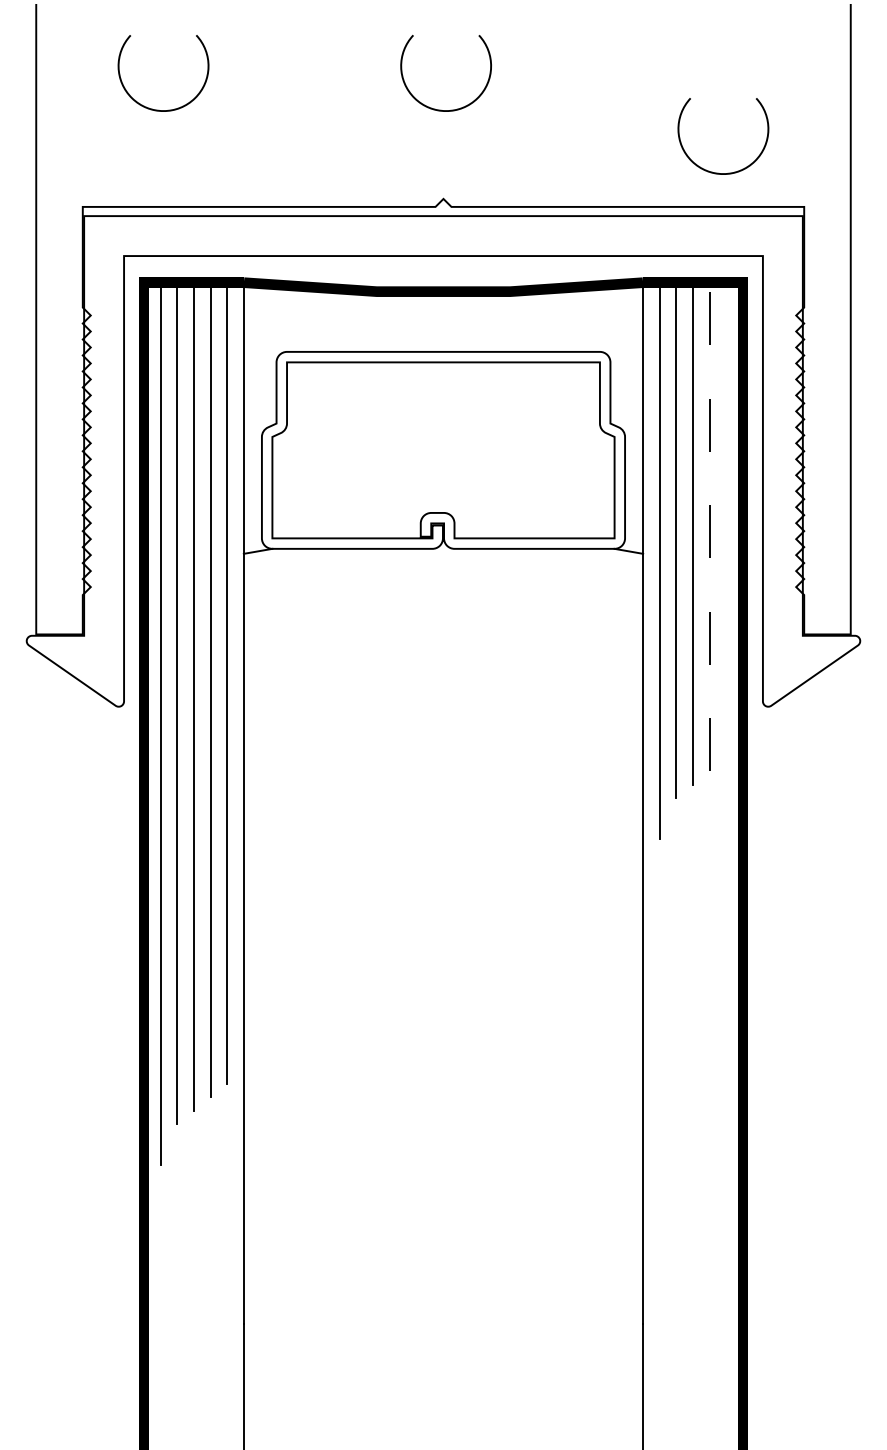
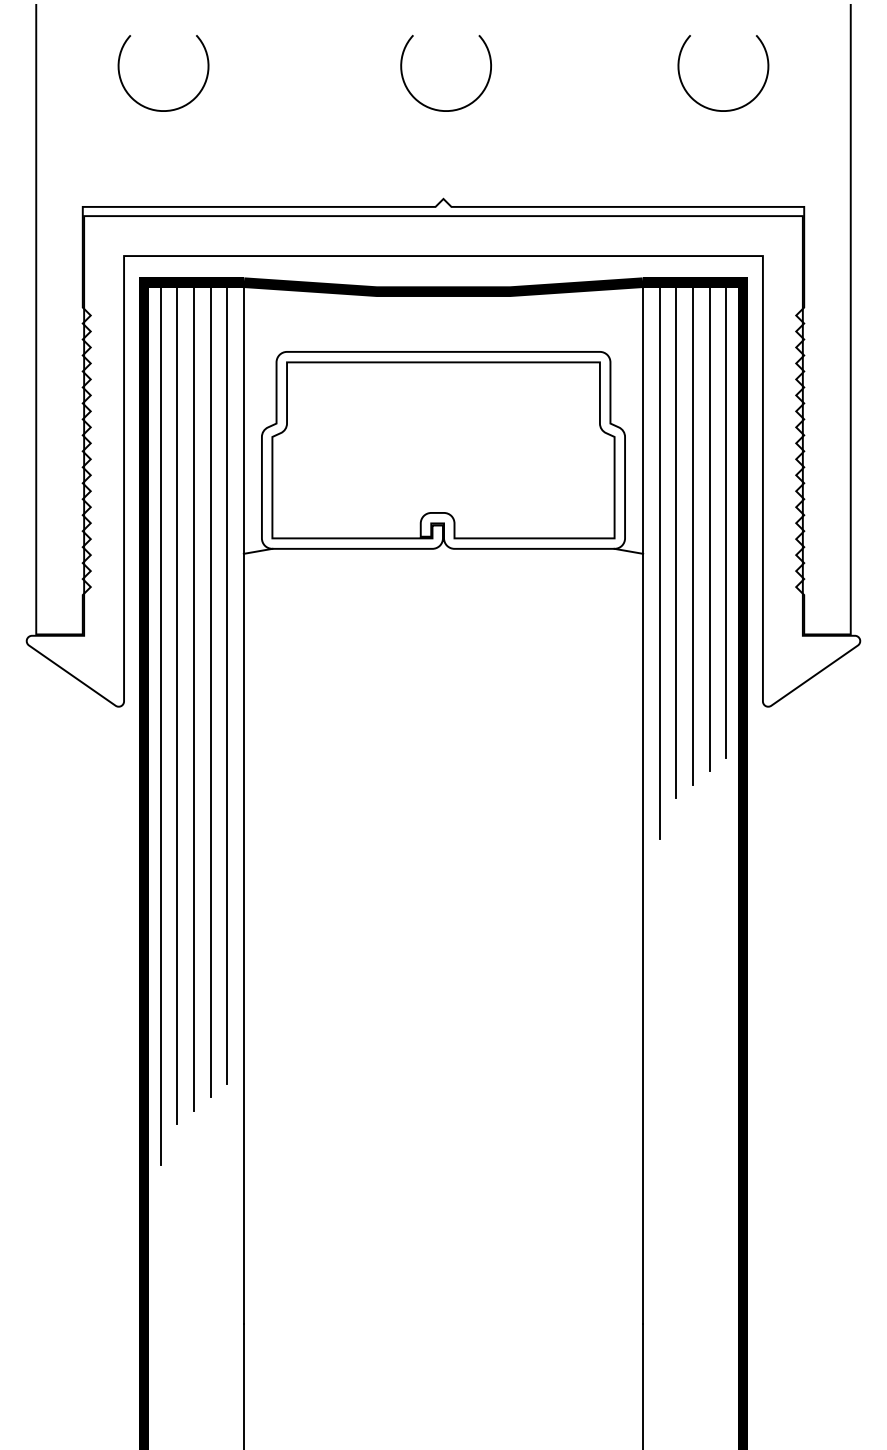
curve at (718, 172) position: (718, 172) -> (718, 109)
line at (726, 519): none -> present
line at (709, 526): dashed -> solid
